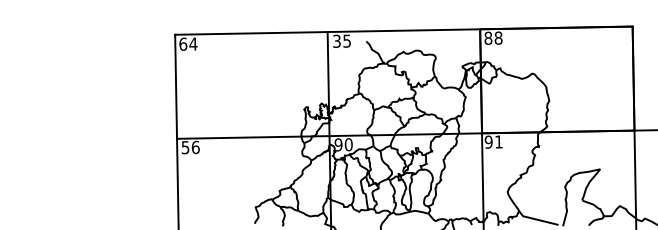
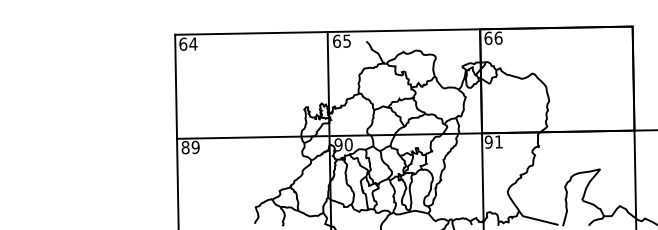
text at (493, 37): 88 -> 66
text at (337, 40): 35 -> 65
text at (190, 147): 56 -> 89
